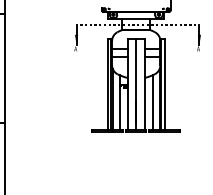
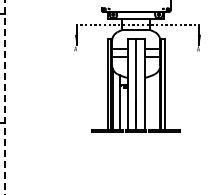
line at (5, 97): solid -> dashed
line at (152, 102): present -> none
